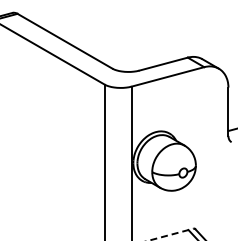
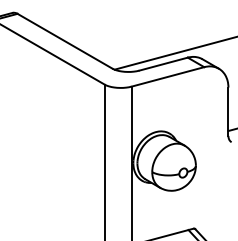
line at (174, 53): none -> present
line at (171, 234): dashed -> solid
